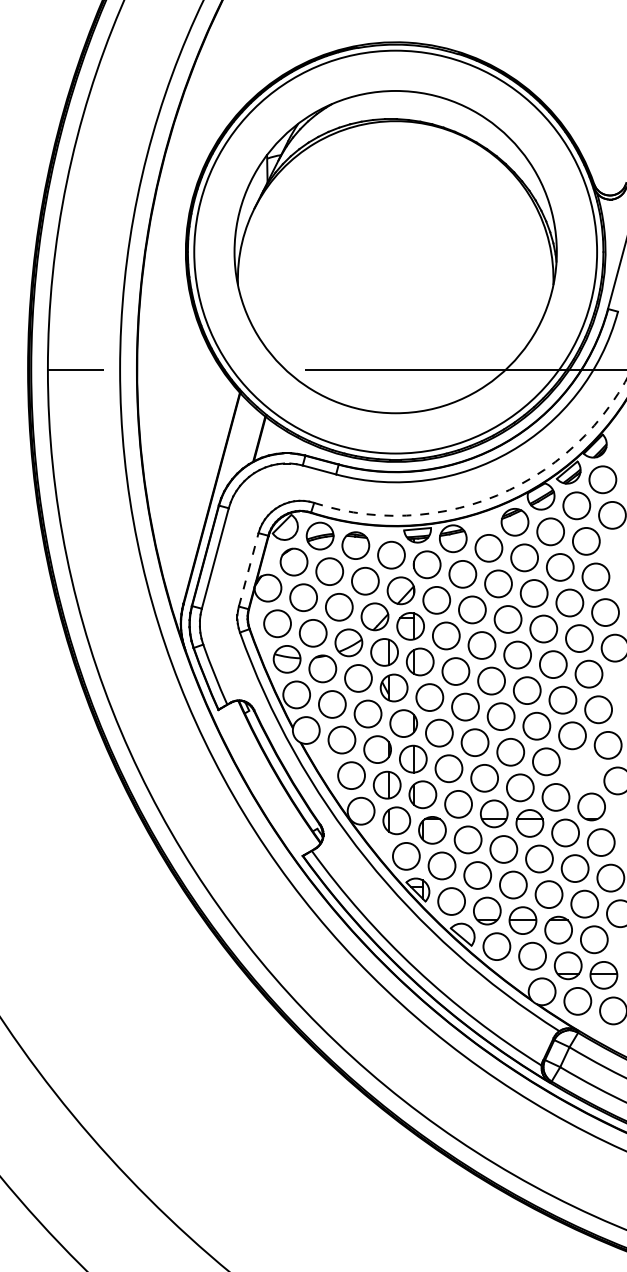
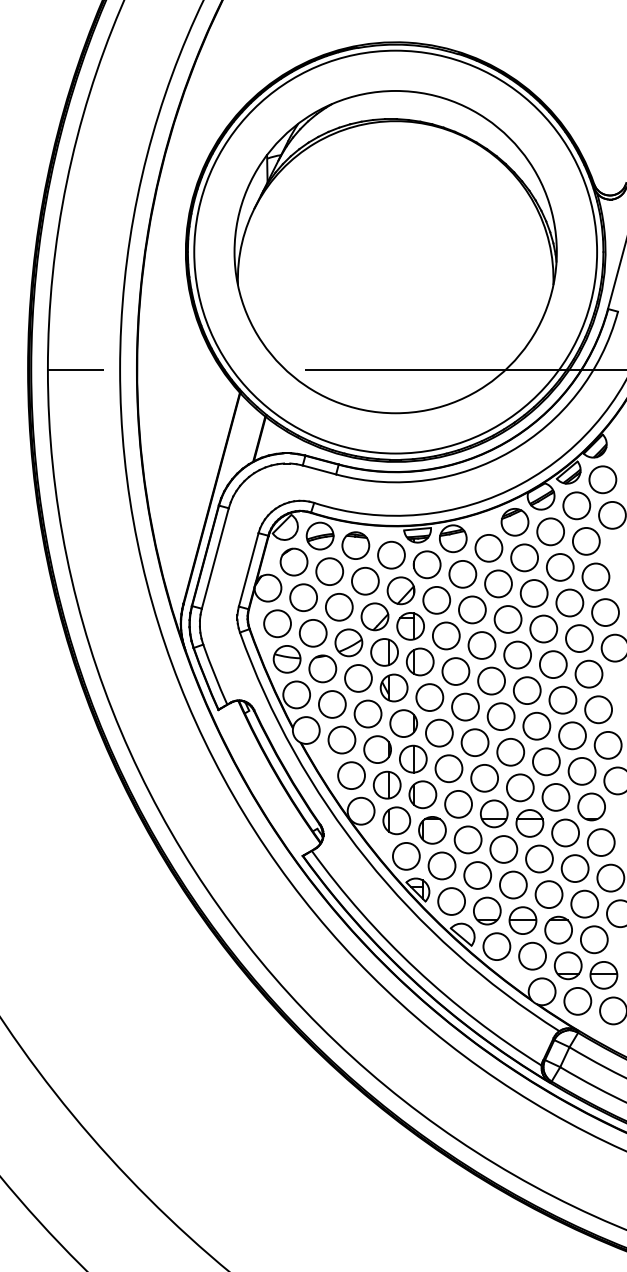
arc at (493, 496): dashed -> solid
line at (248, 569): dashed -> solid
circle at (581, 771): none -> present
